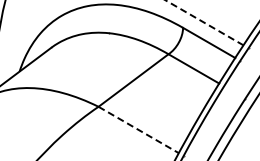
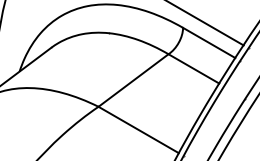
line at (204, 22): dashed -> solid
line at (139, 130): dashed -> solid
